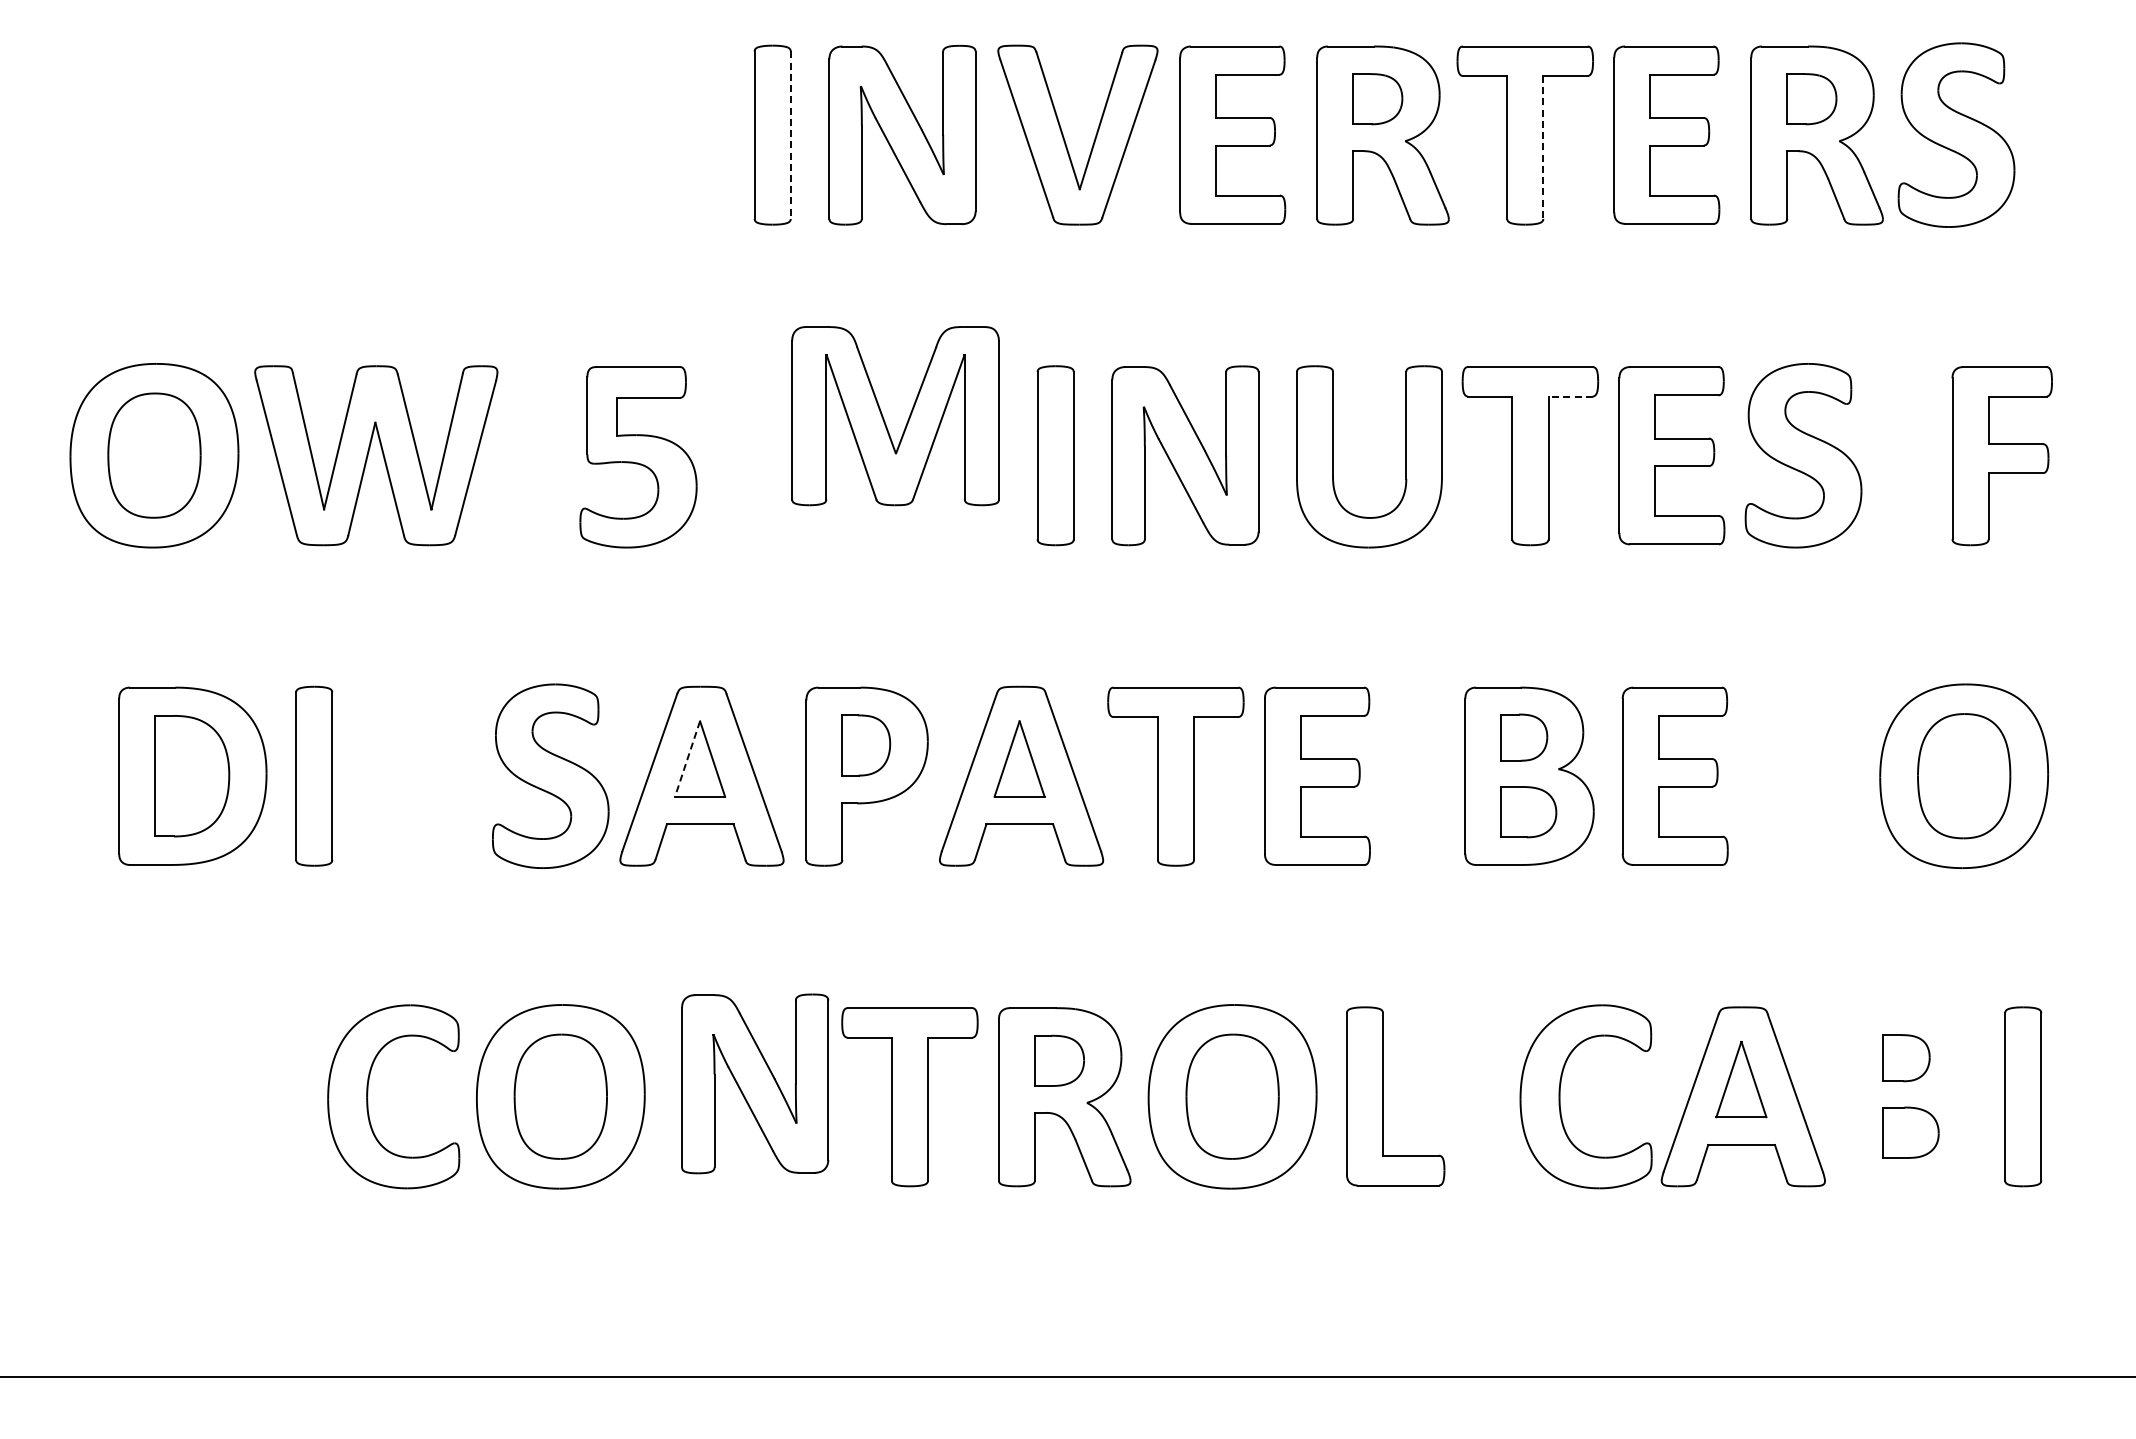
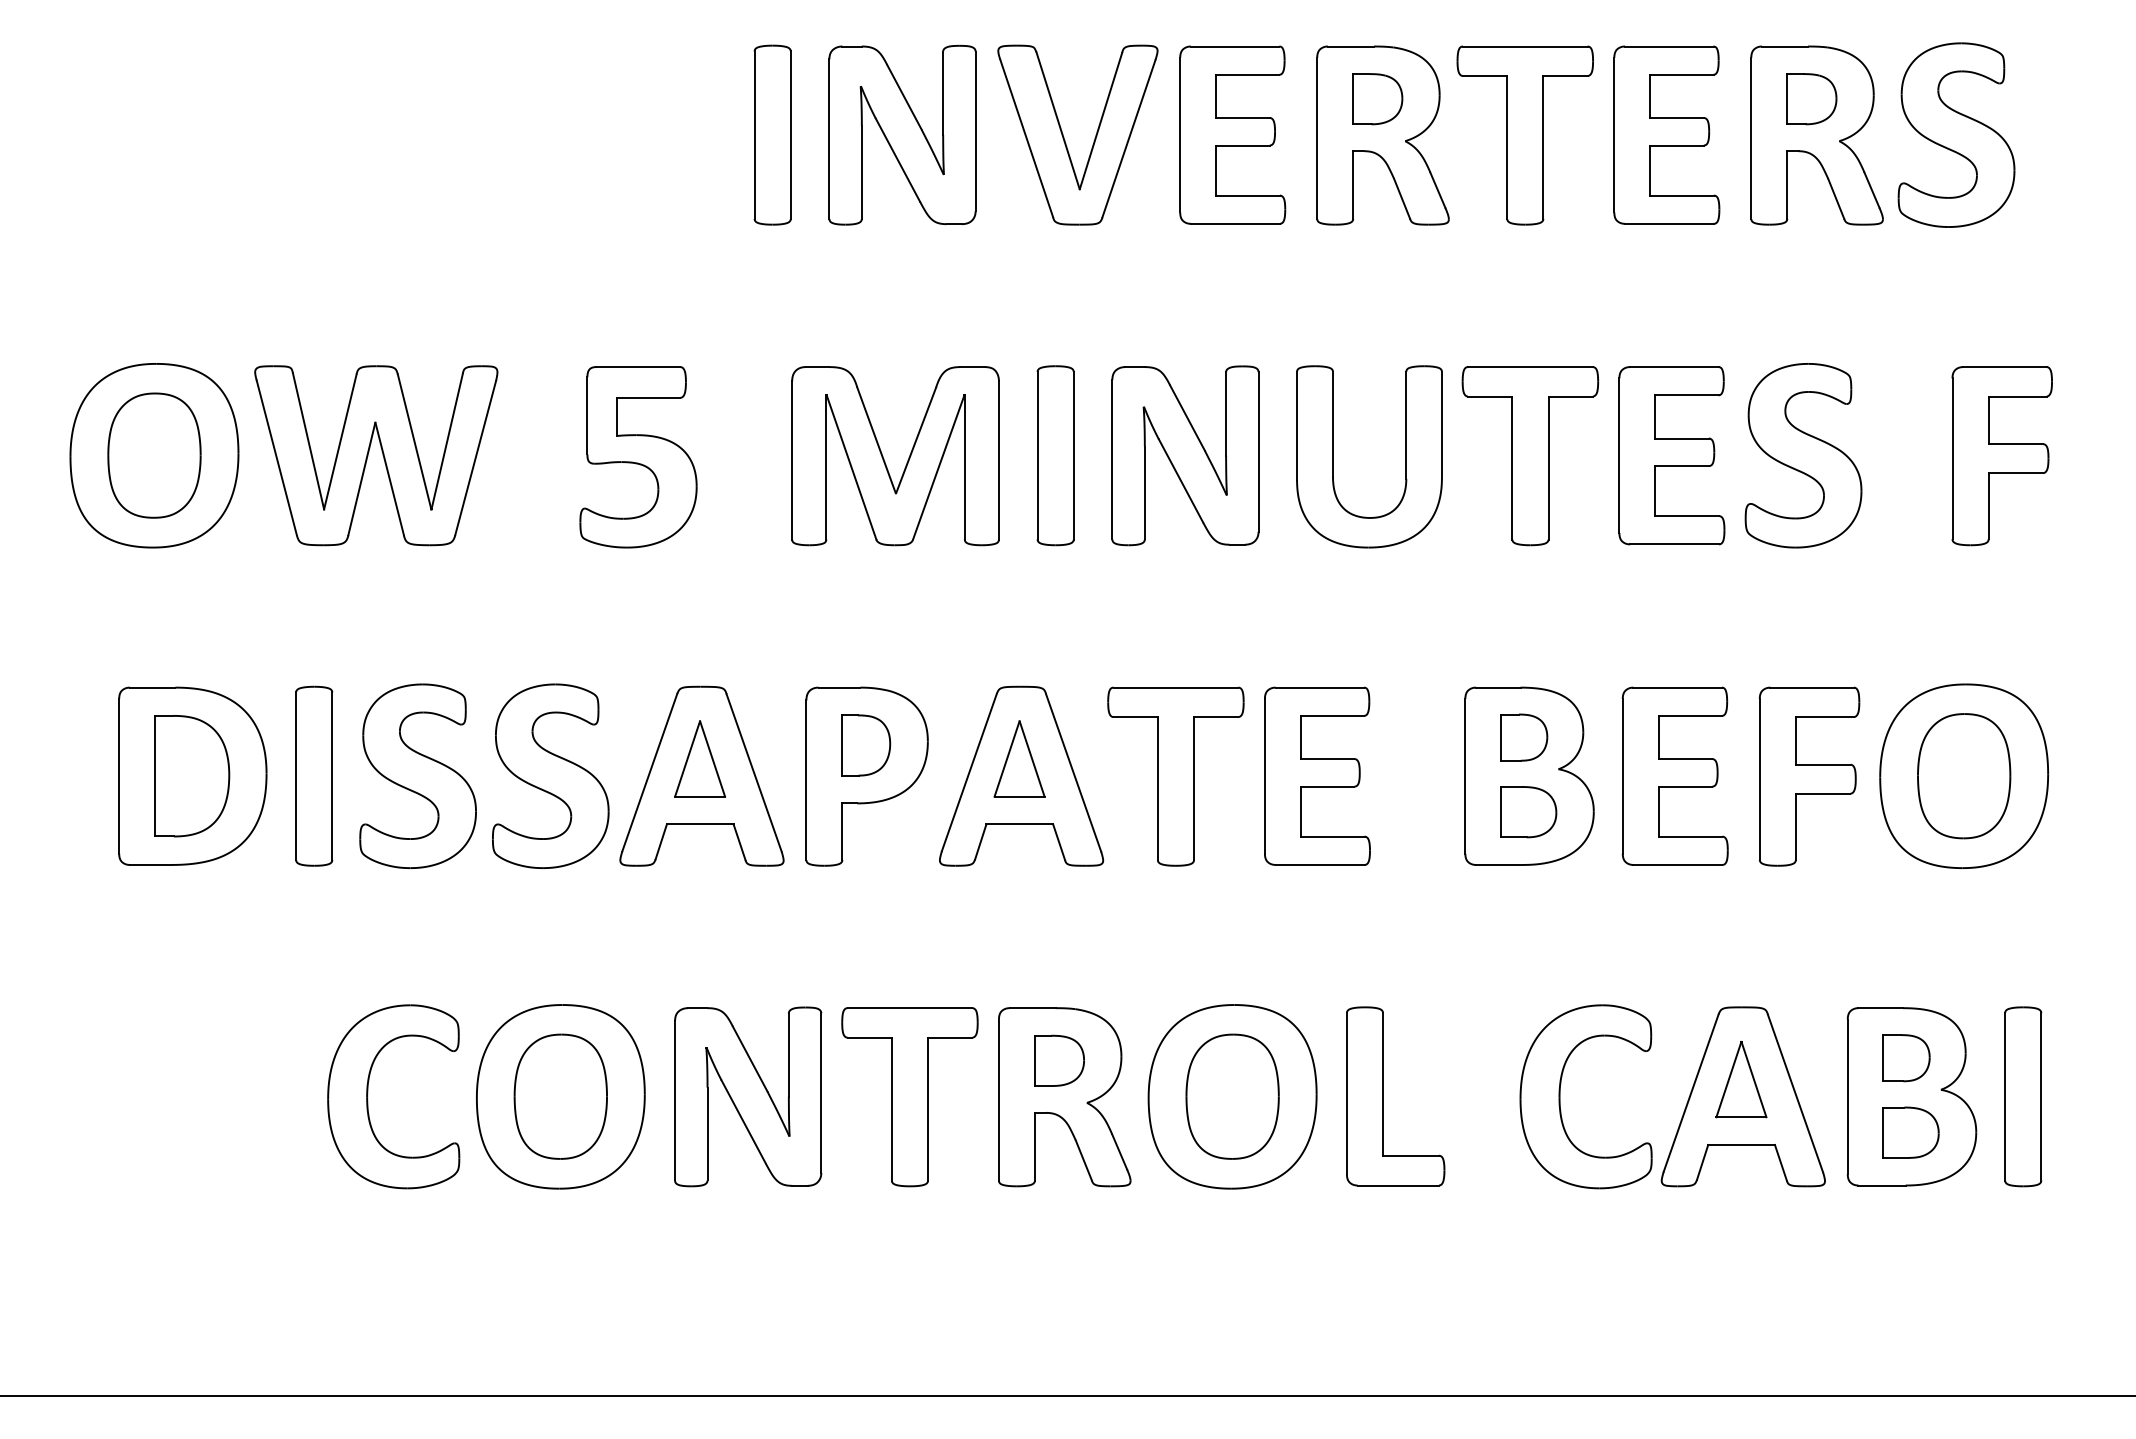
line at (790, 135): dashed -> solid
line at (1543, 147): dashed -> solid
line at (1570, 396): dashed -> solid
part at (884, 418) position: (884, 418) -> (884, 458)
line at (687, 759): dashed -> solid
part at (417, 775): none -> present
part at (1809, 776): none -> present
part at (755, 1083) position: (755, 1083) -> (748, 1096)
part at (1911, 1096): none -> present
line at (1067, 1376) position: (1067, 1376) -> (1067, 1395)
